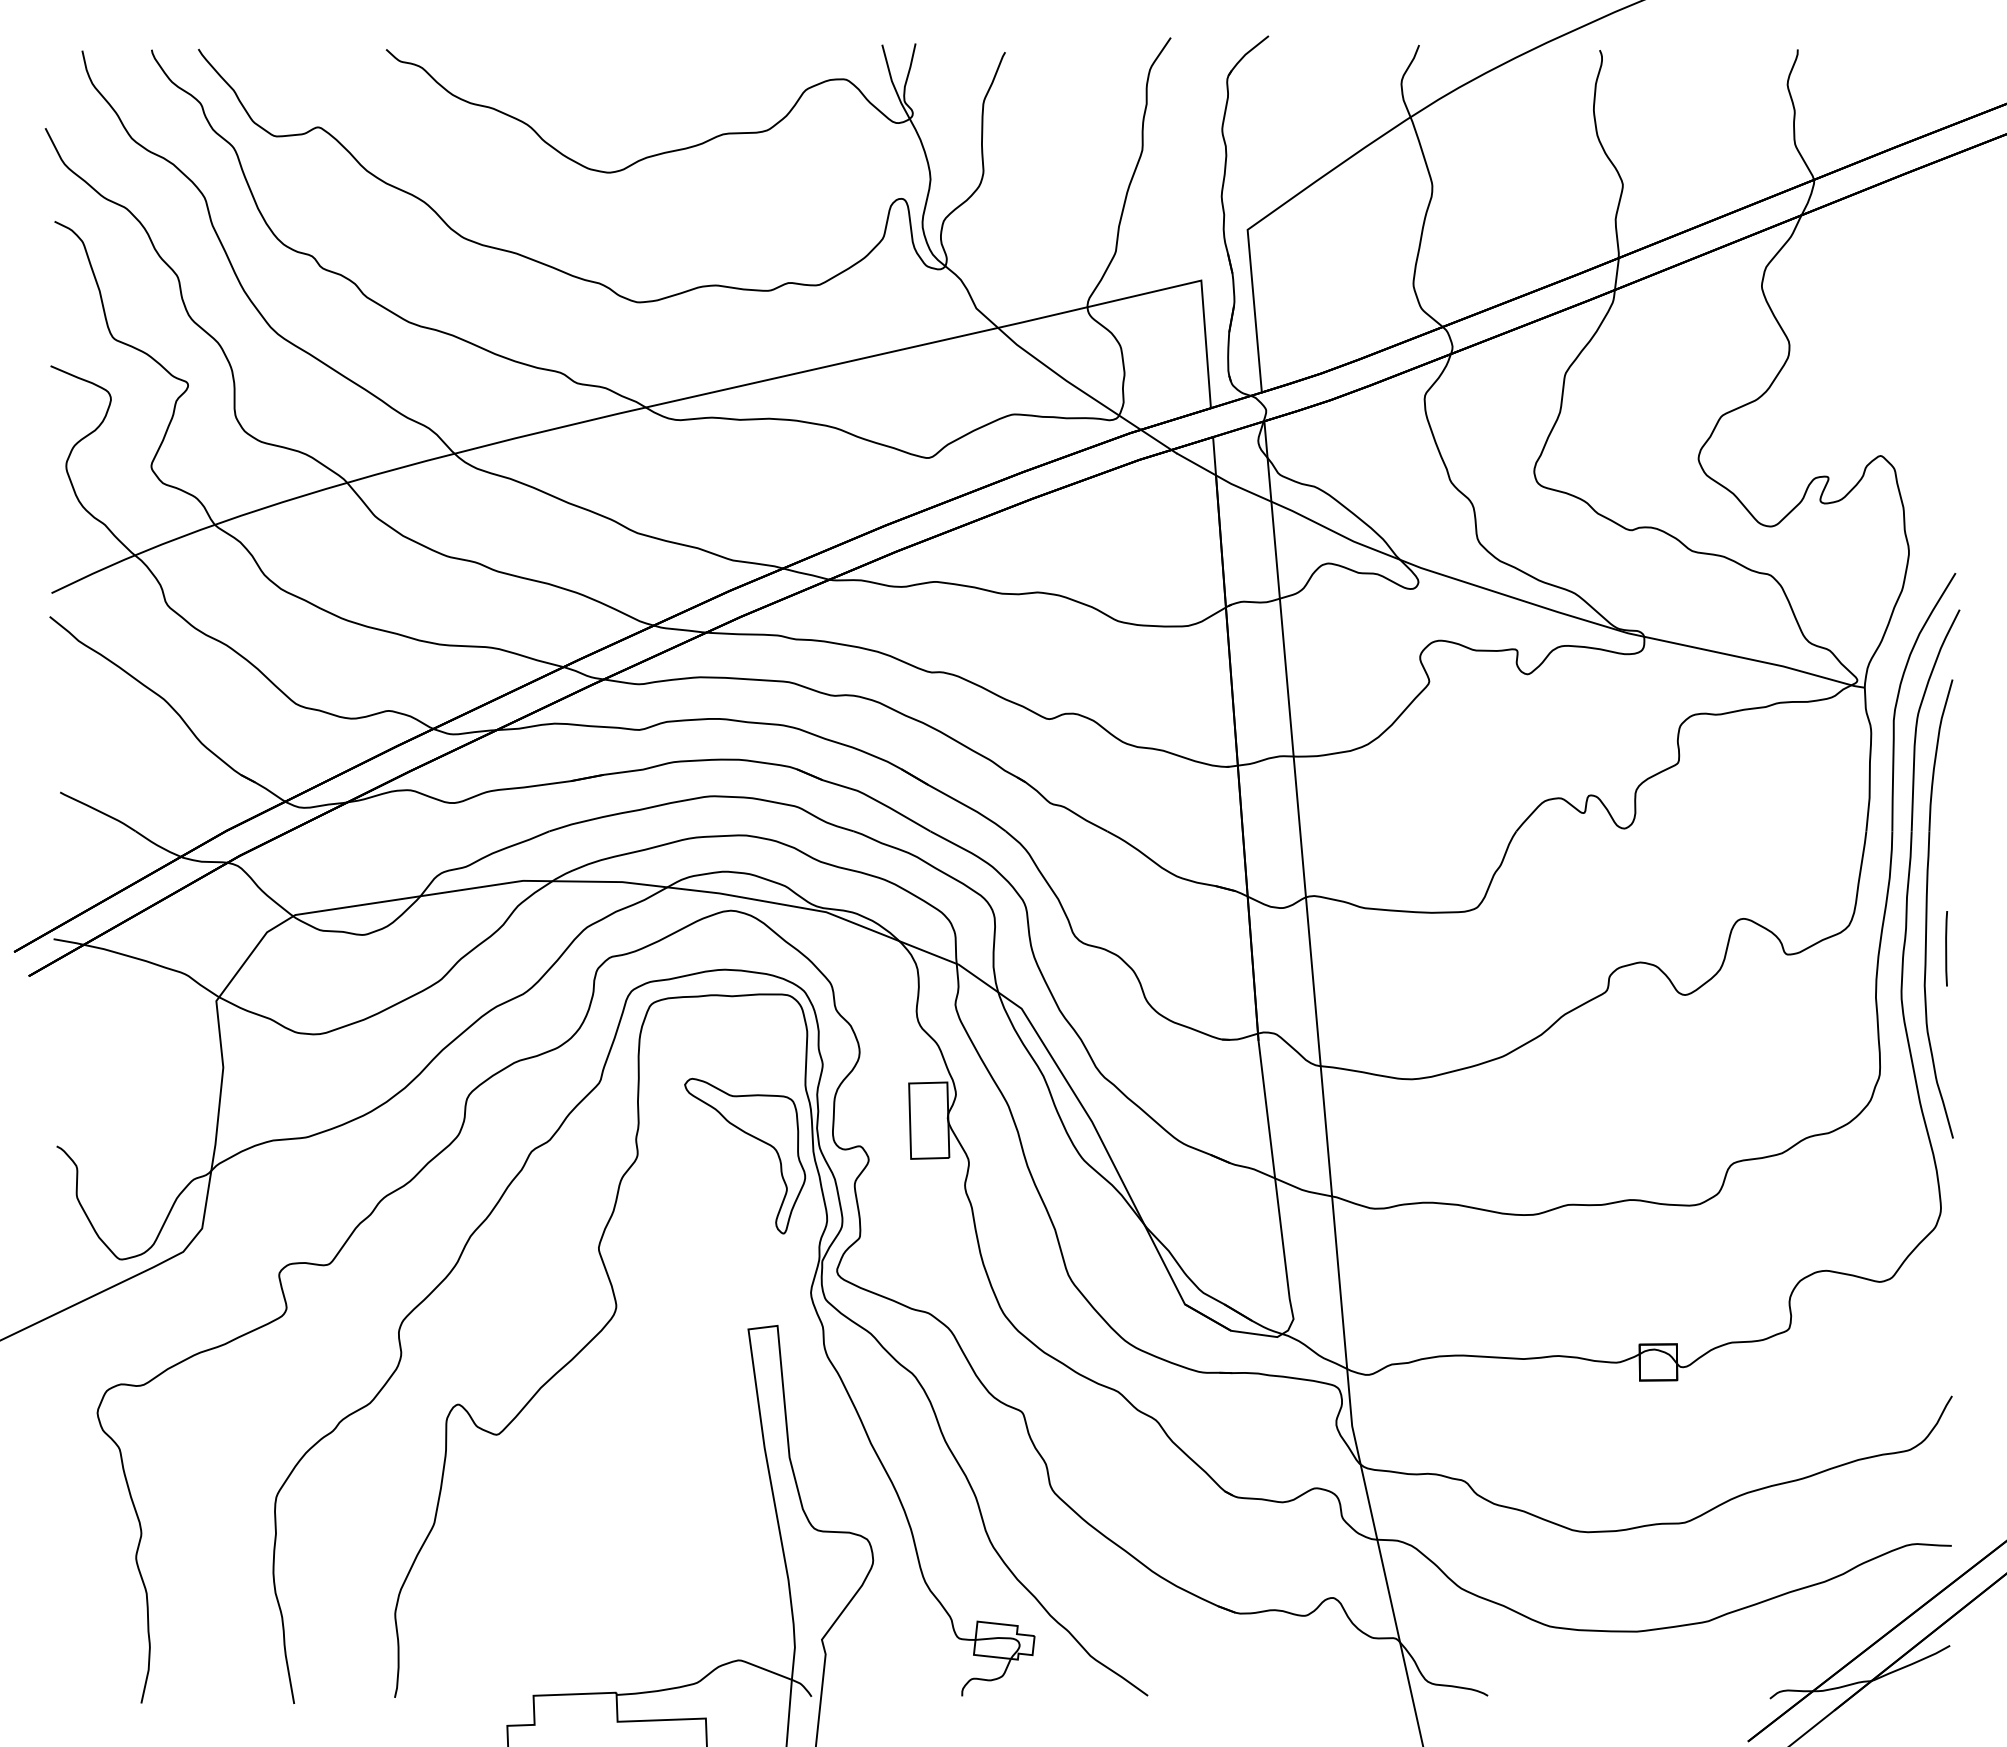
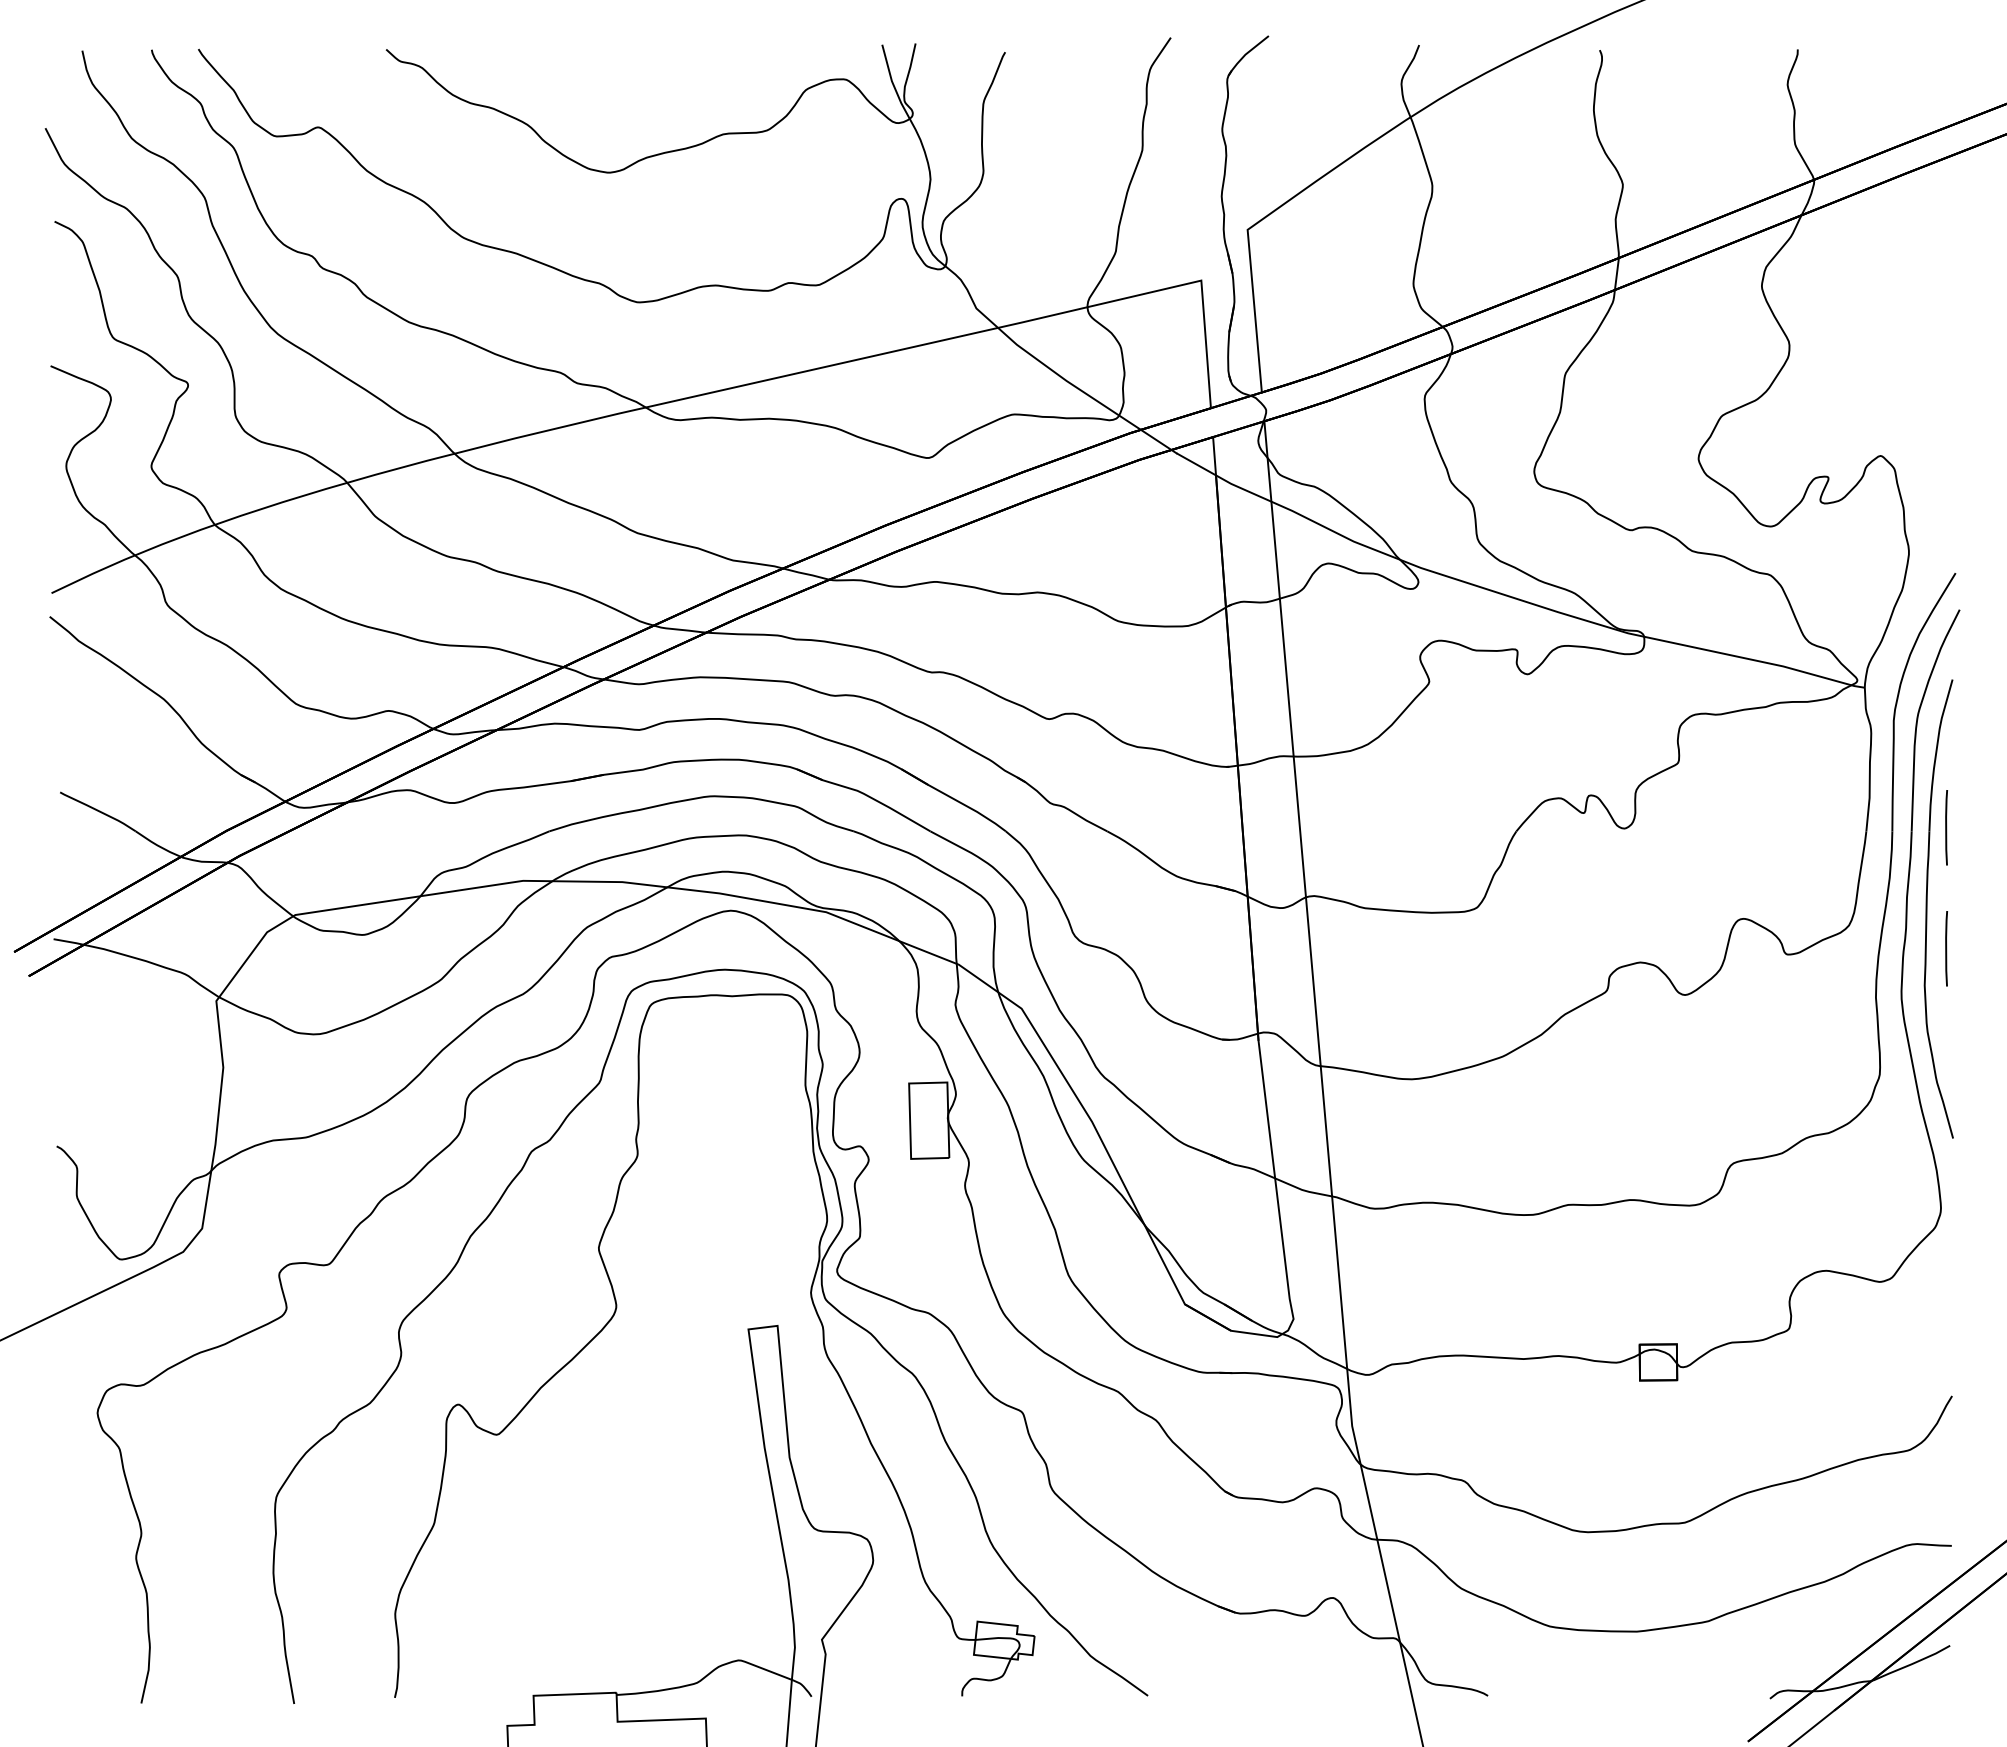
line at (1946, 827): none -> present
part at (754, 1138): present -> none
